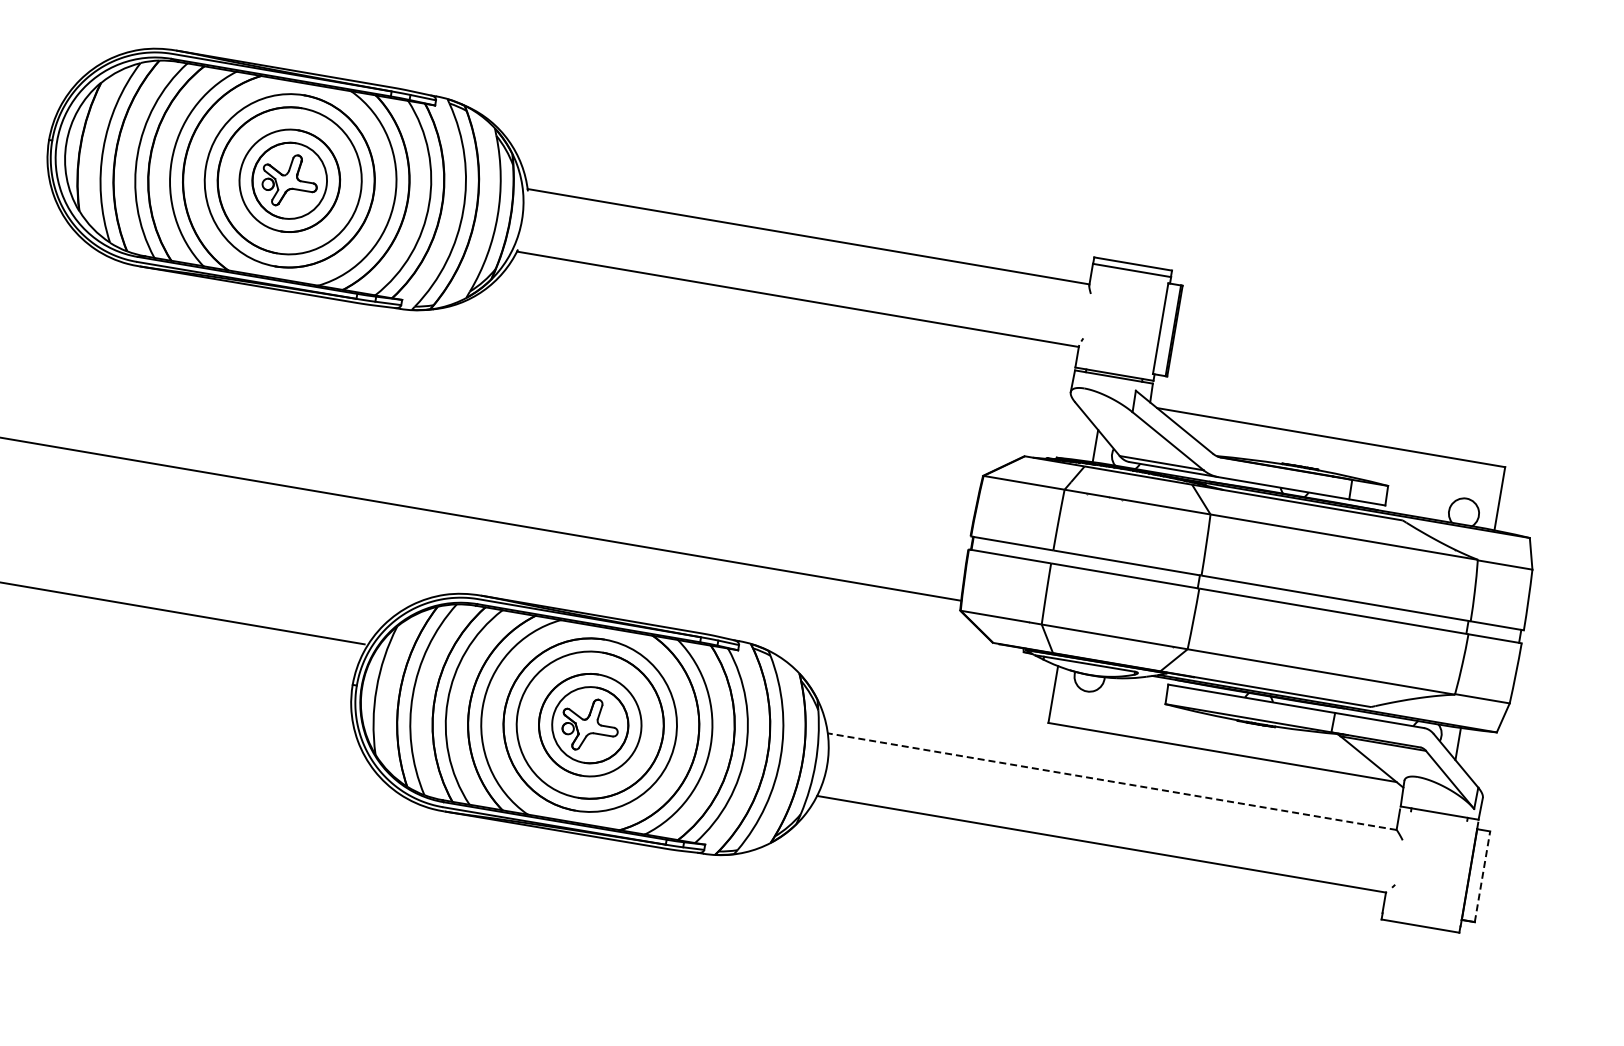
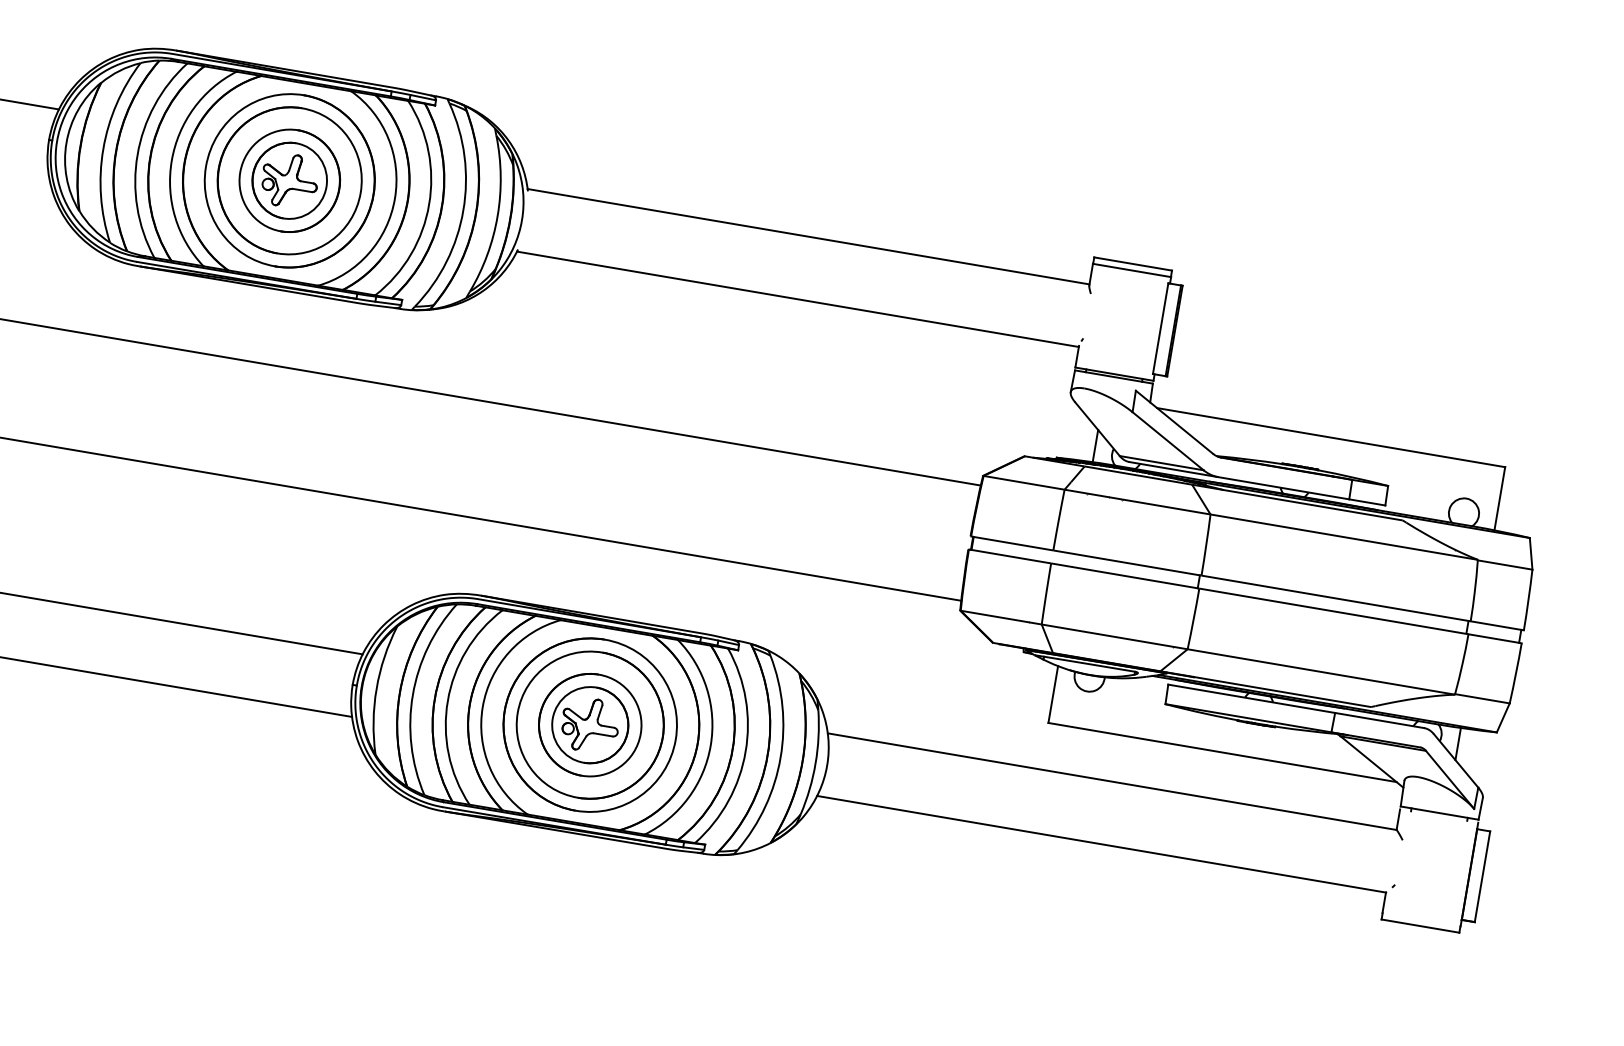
line at (30, 104): none -> present
line at (491, 402): none -> present
line at (183, 613) position: (183, 613) -> (182, 623)
line at (177, 686): none -> present
line at (1111, 781): dashed -> solid
line at (1482, 876): dashed -> solid
